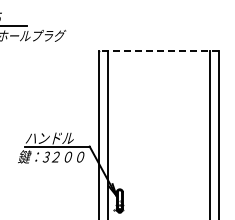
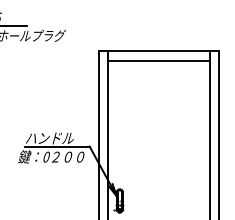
line at (159, 50): dashed -> solid
line at (158, 60): none -> present
text at (45, 157): 3 -> 0
